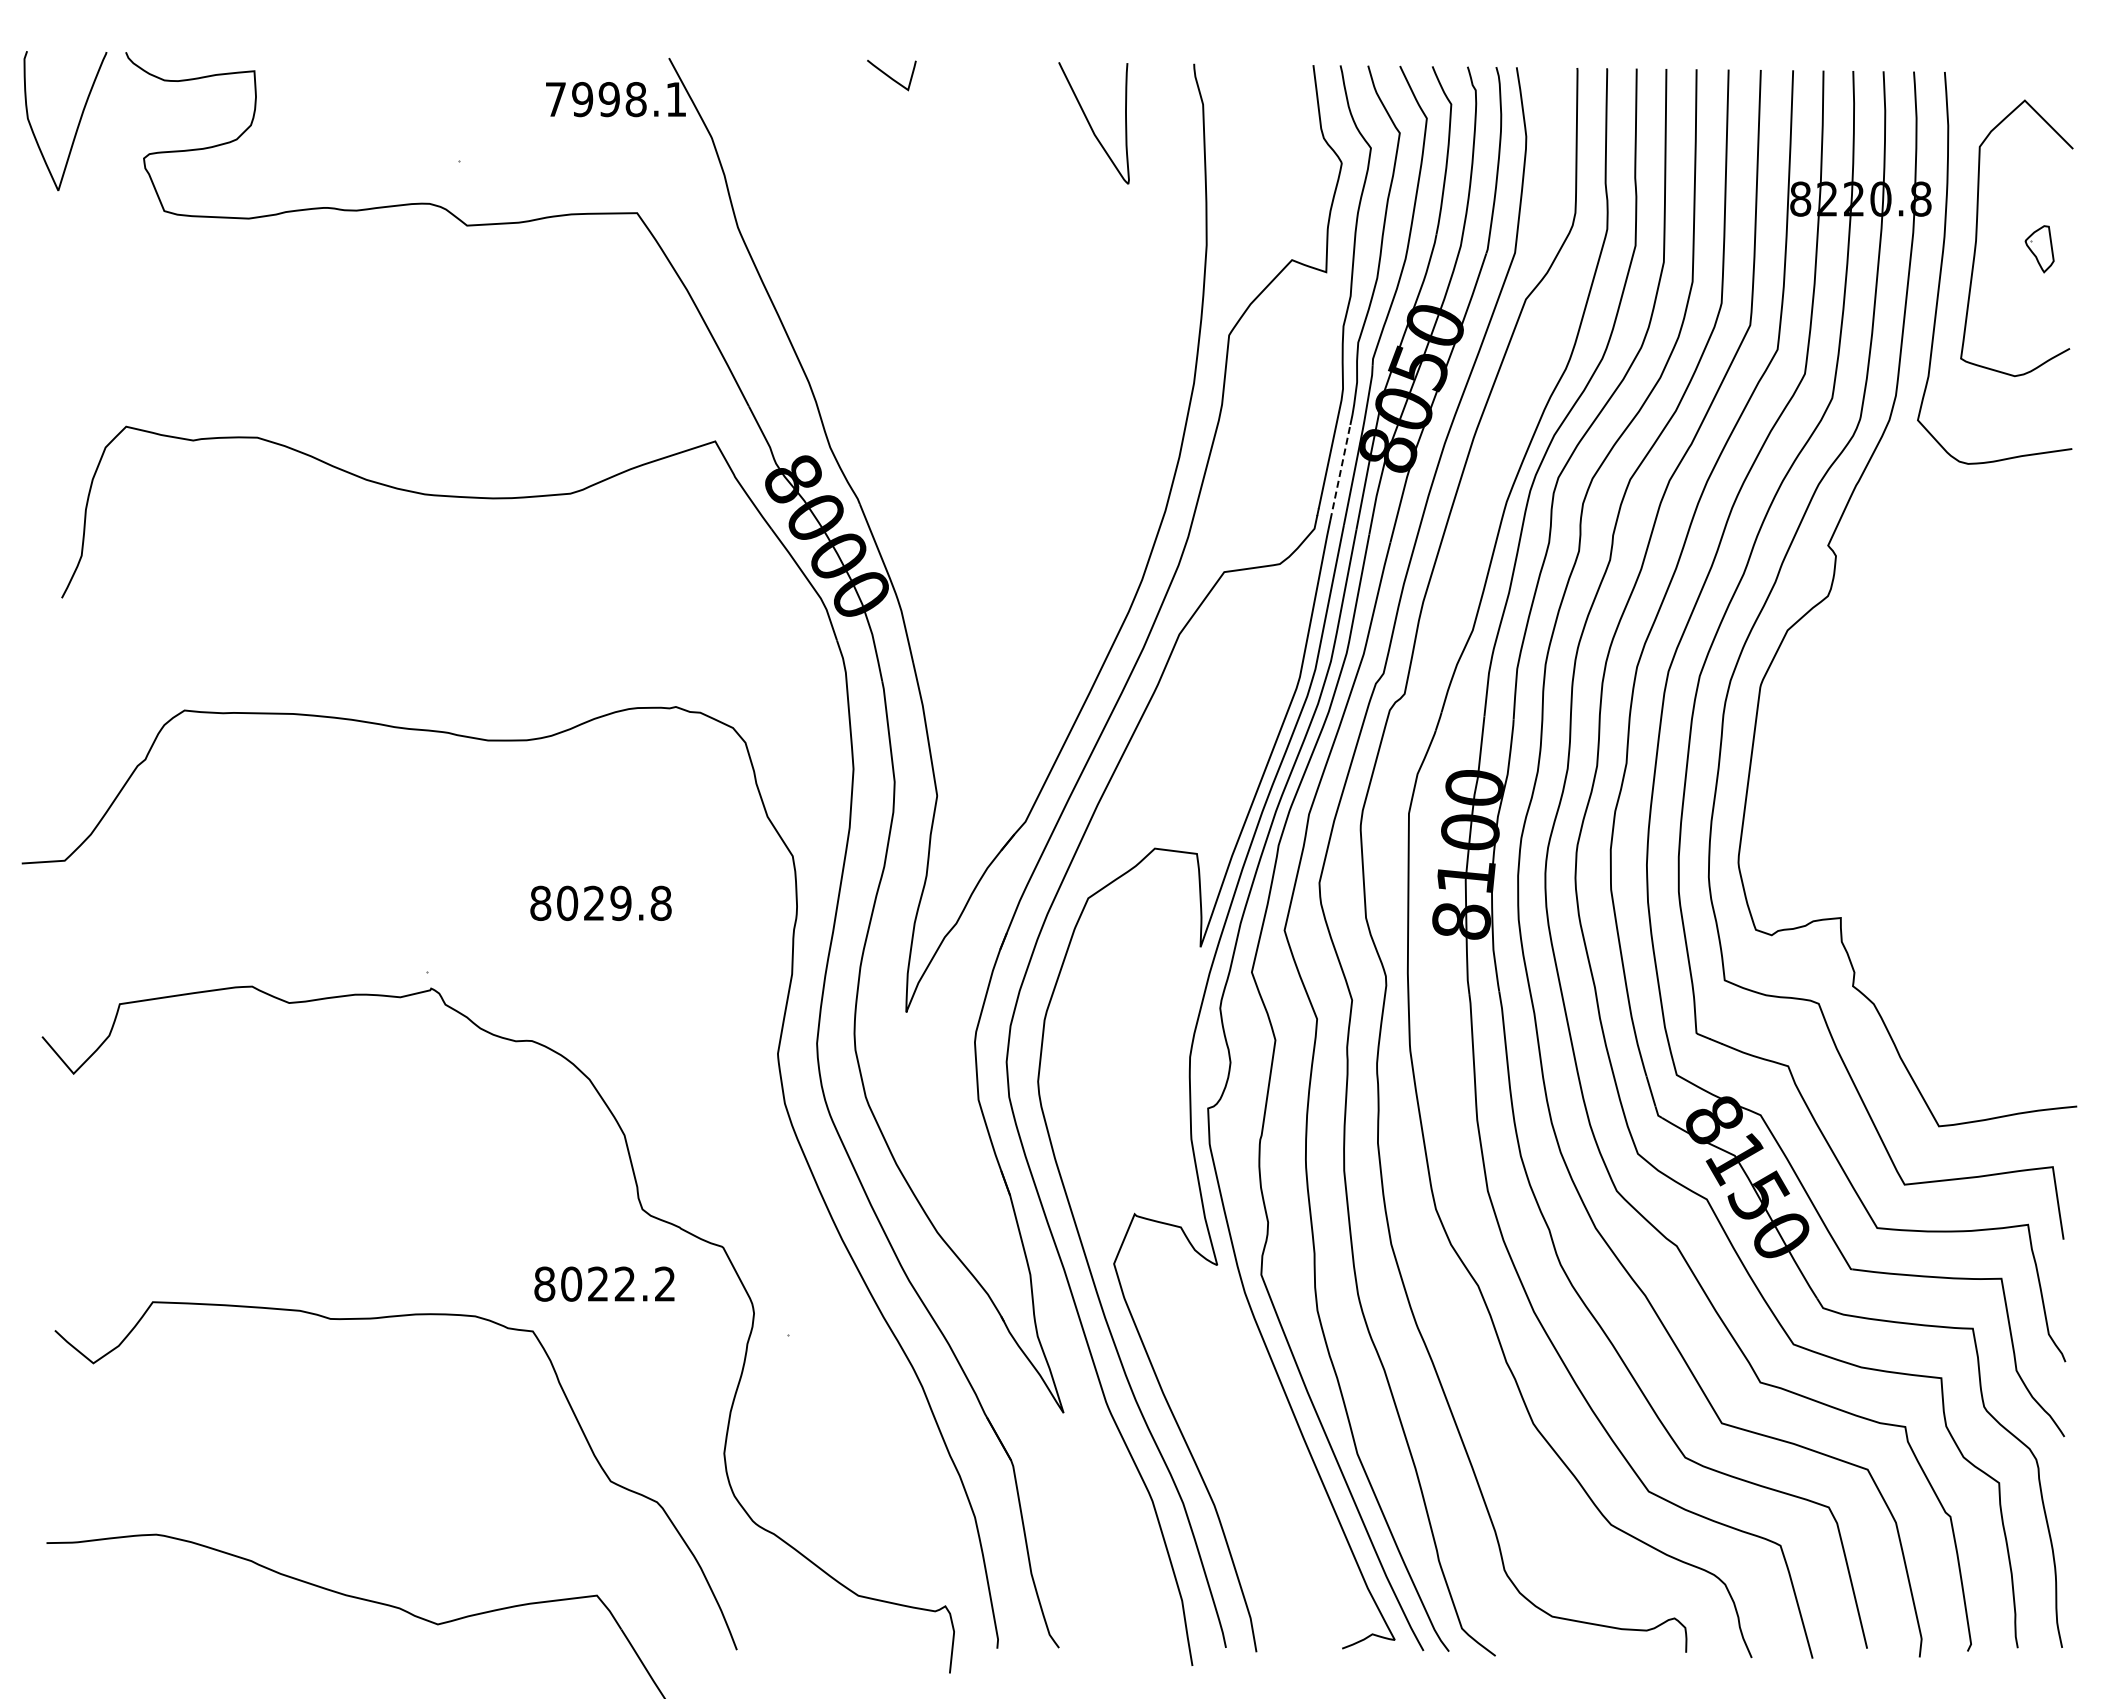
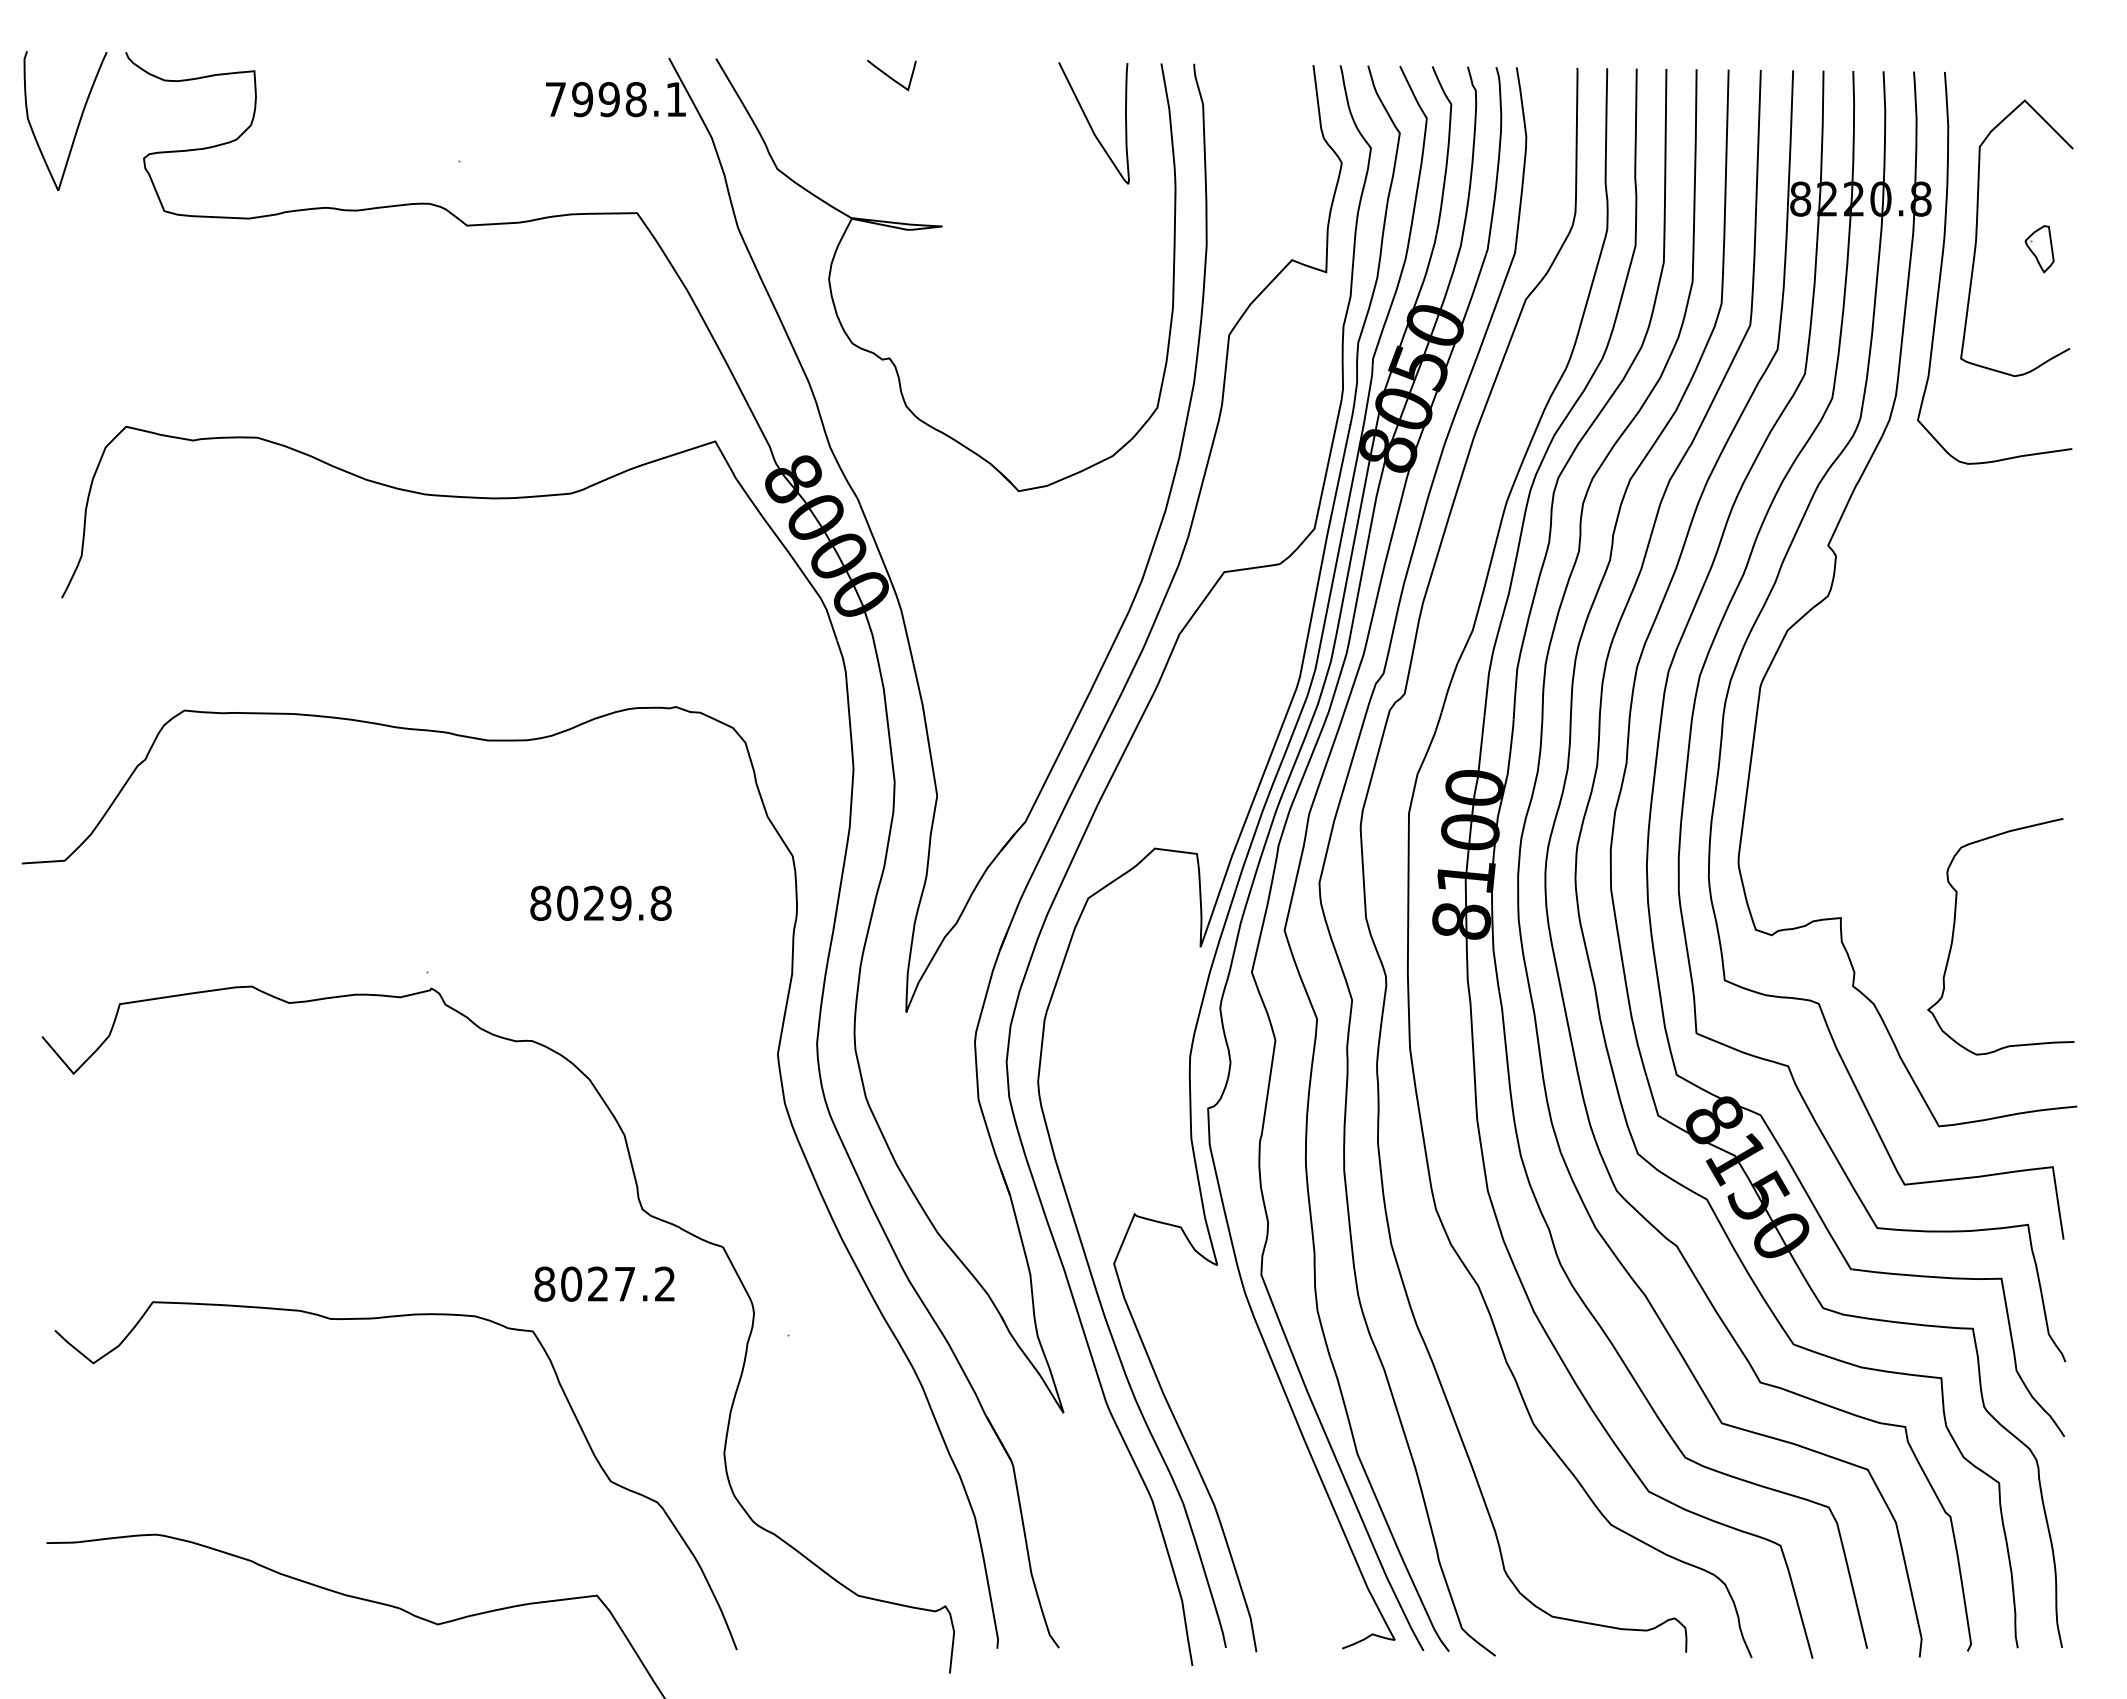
part at (935, 228): none -> present
line at (1340, 472): dashed -> solid
curve at (1954, 932): none -> present
text at (624, 1283): 8022.2 -> 8027.2
